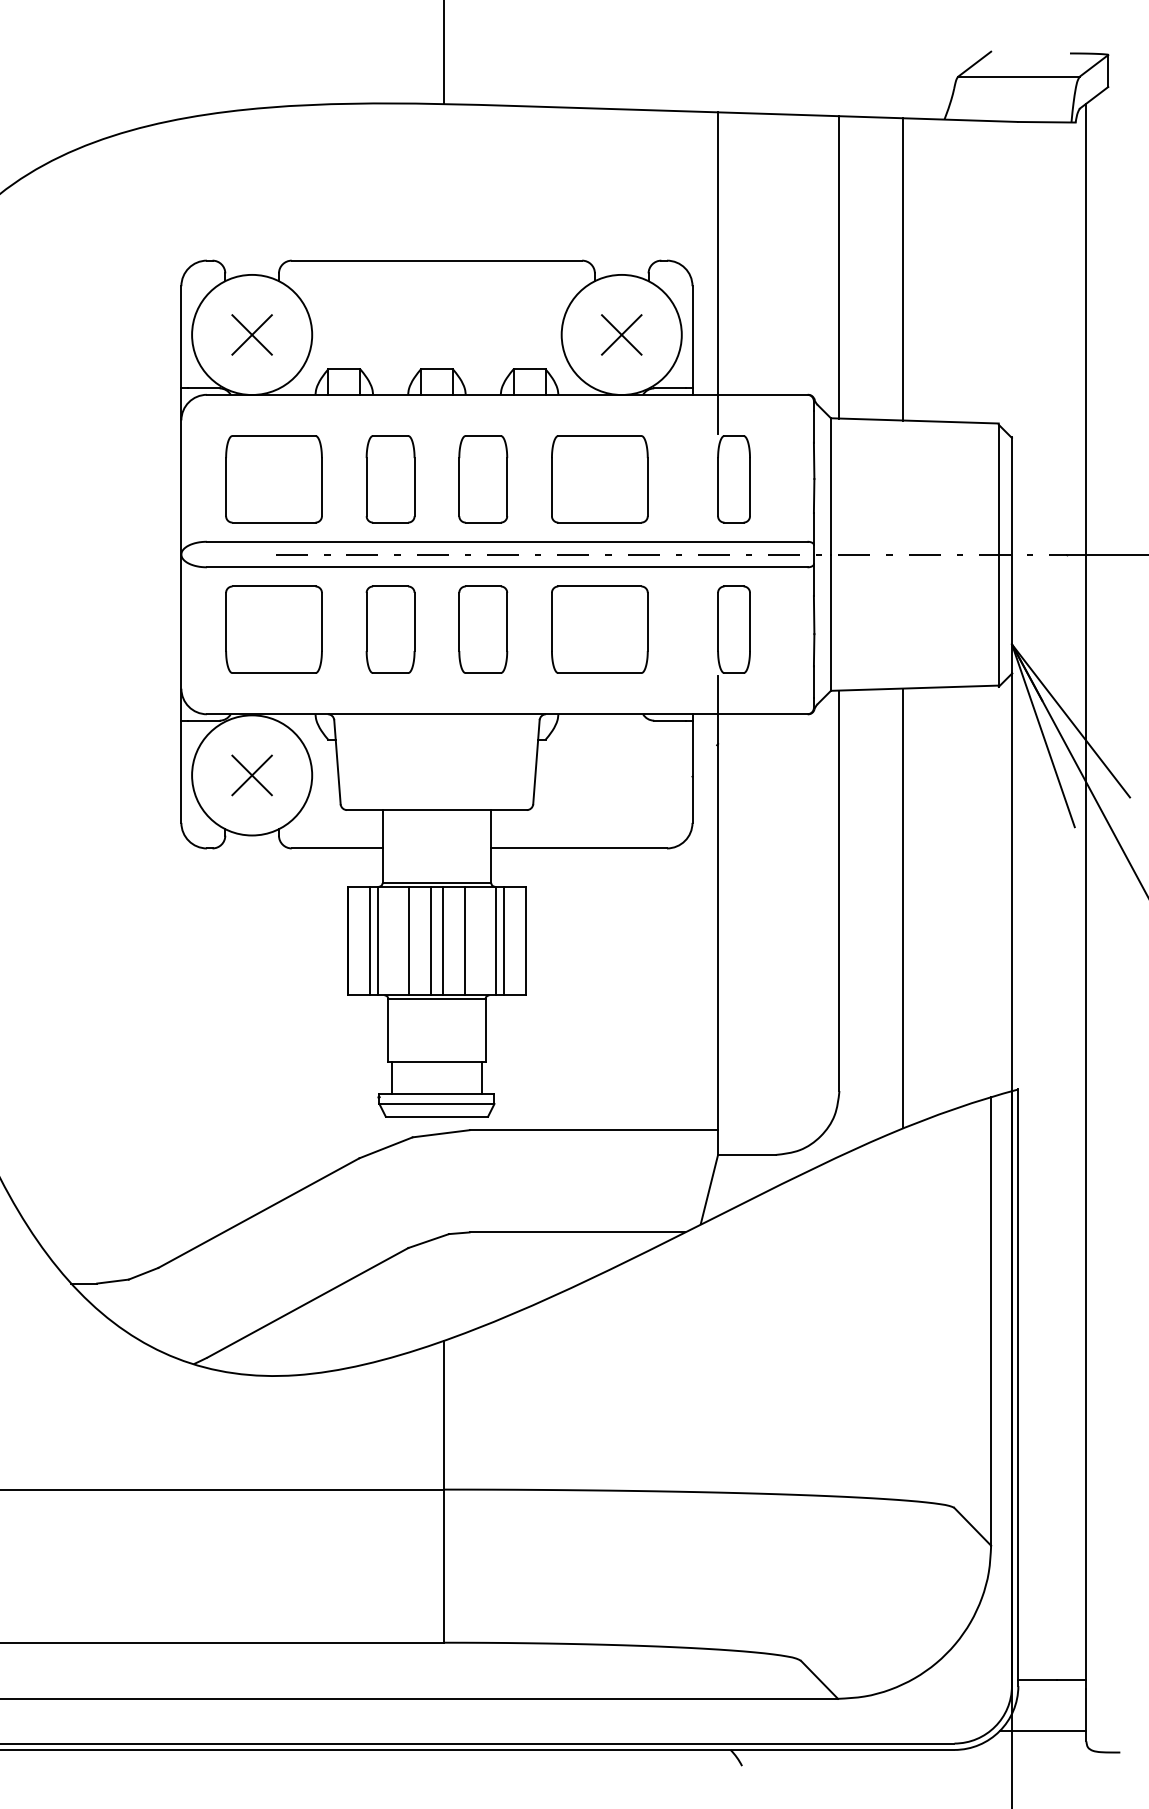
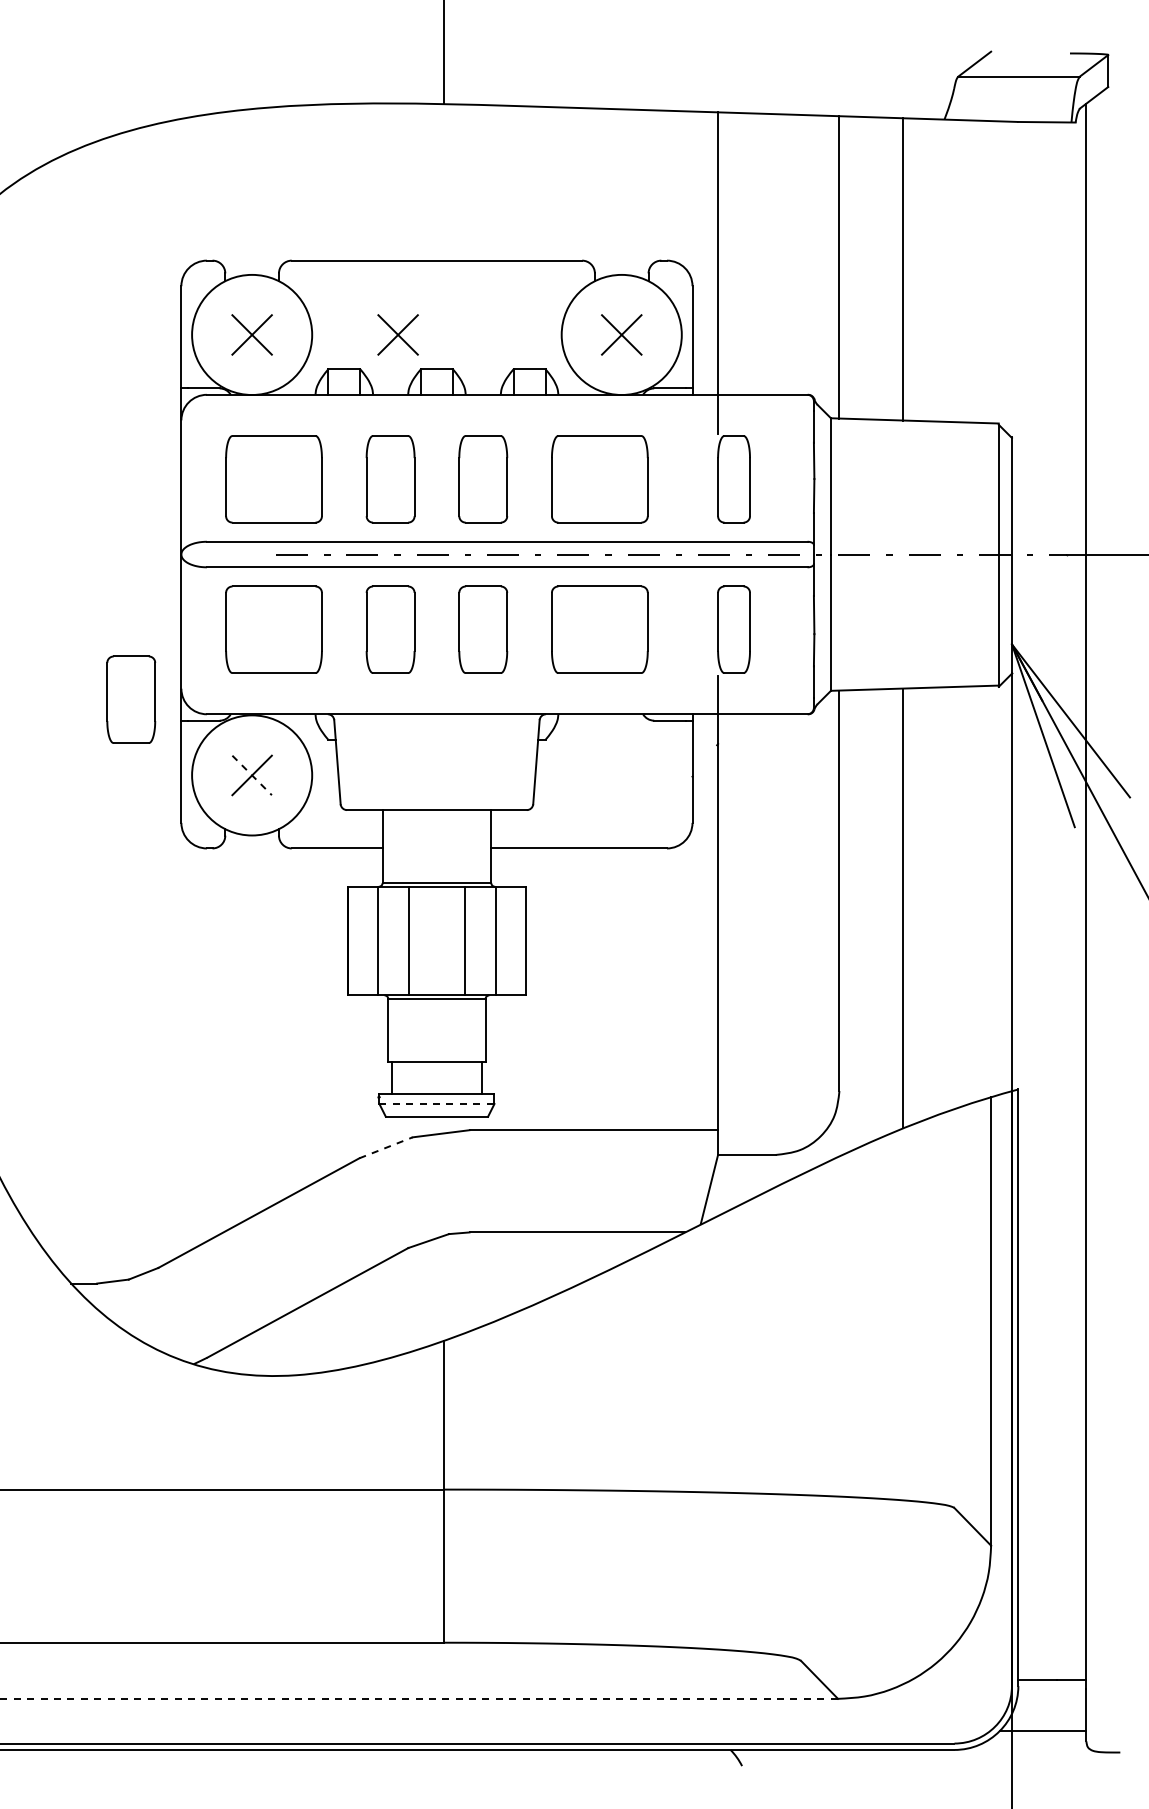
part at (397, 334): none -> present
part at (131, 699): none -> present
line at (252, 775): solid -> dashed
line at (369, 940): present -> none
line at (431, 940): present -> none
line at (442, 940): present -> none
line at (504, 940): present -> none
line at (436, 1104): solid -> dashed
line at (386, 1147): solid -> dashed
line at (419, 1698): solid -> dashed
